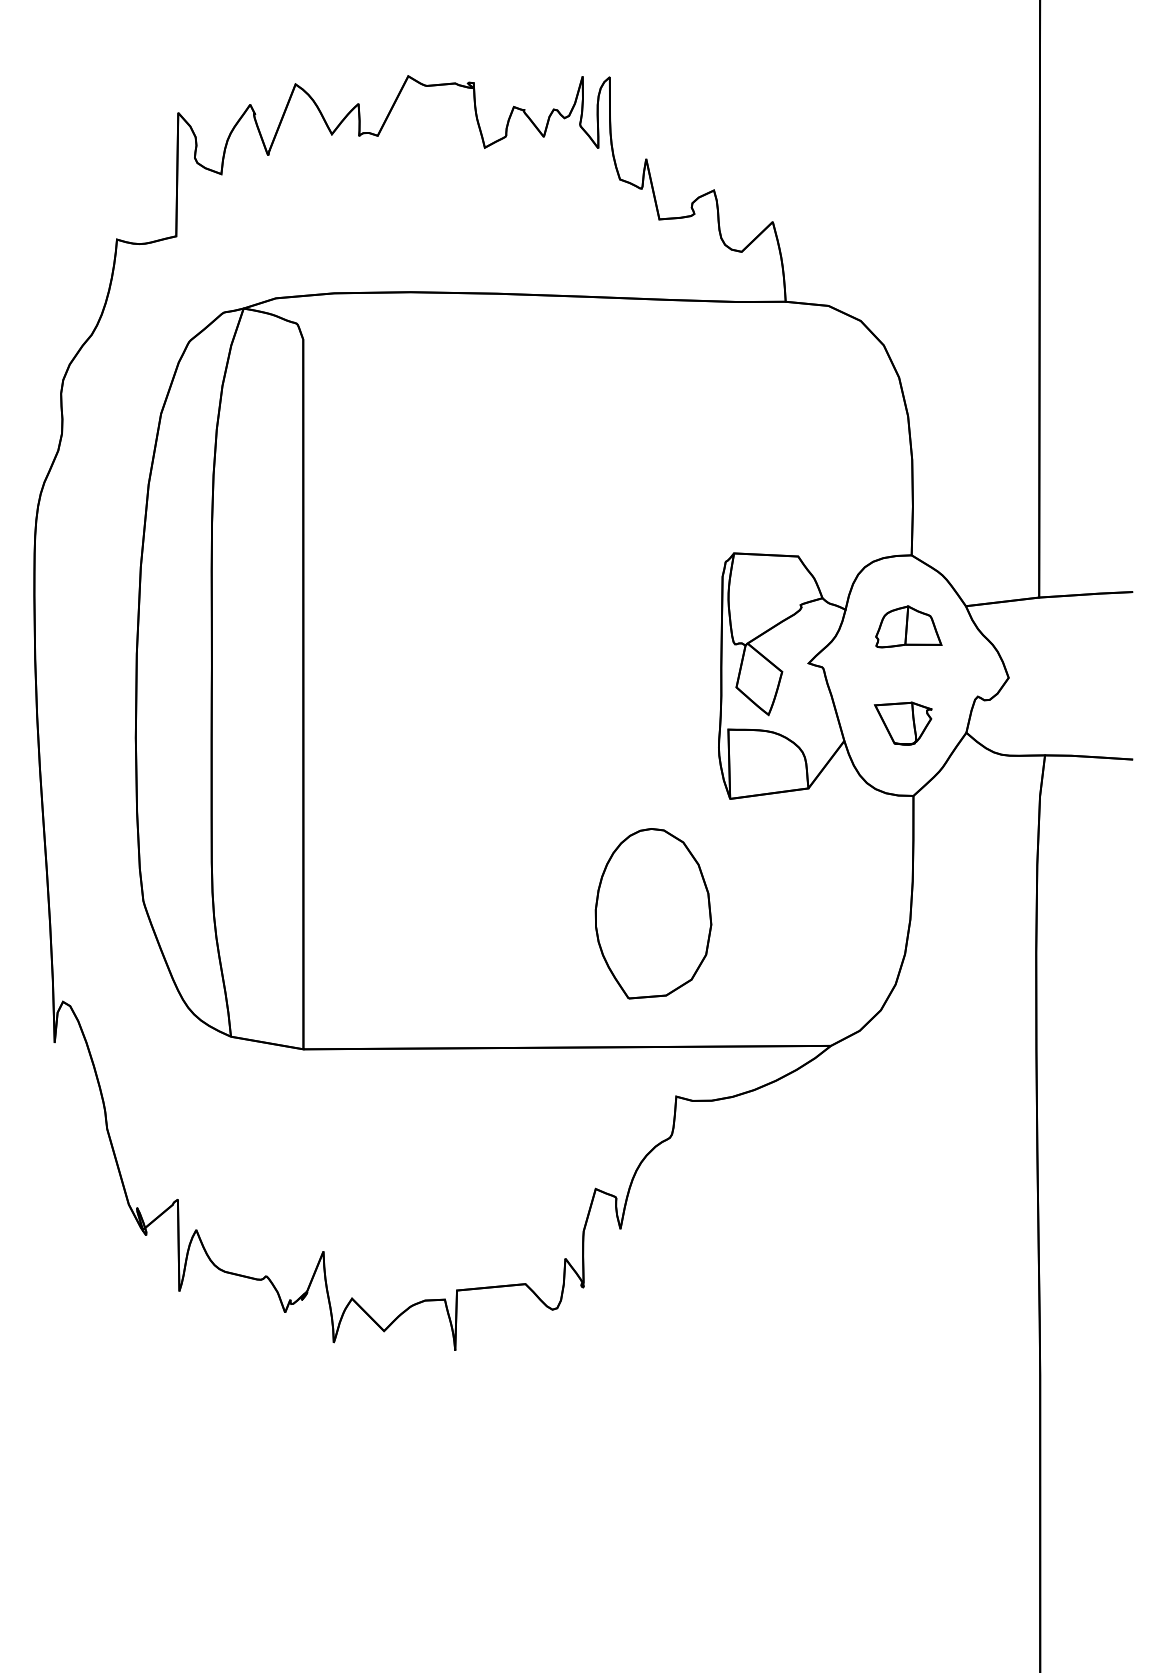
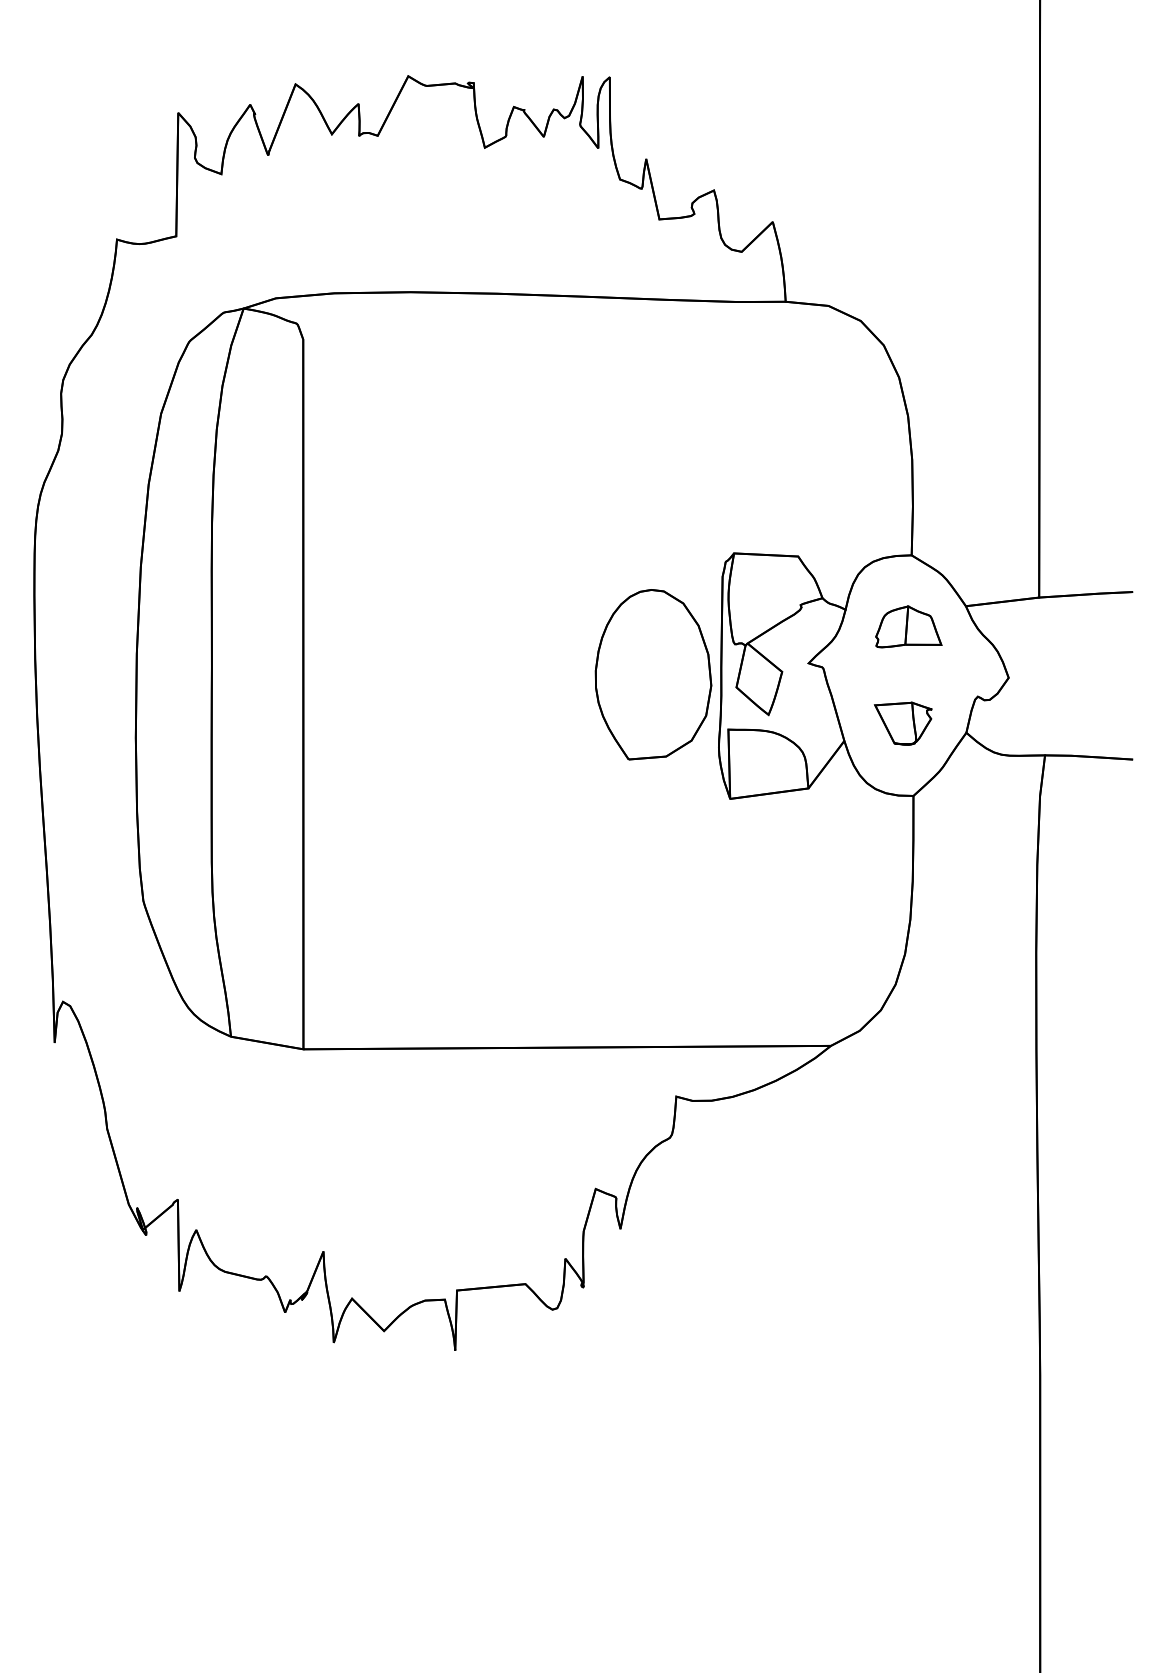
part at (653, 913) position: (653, 913) -> (653, 674)
